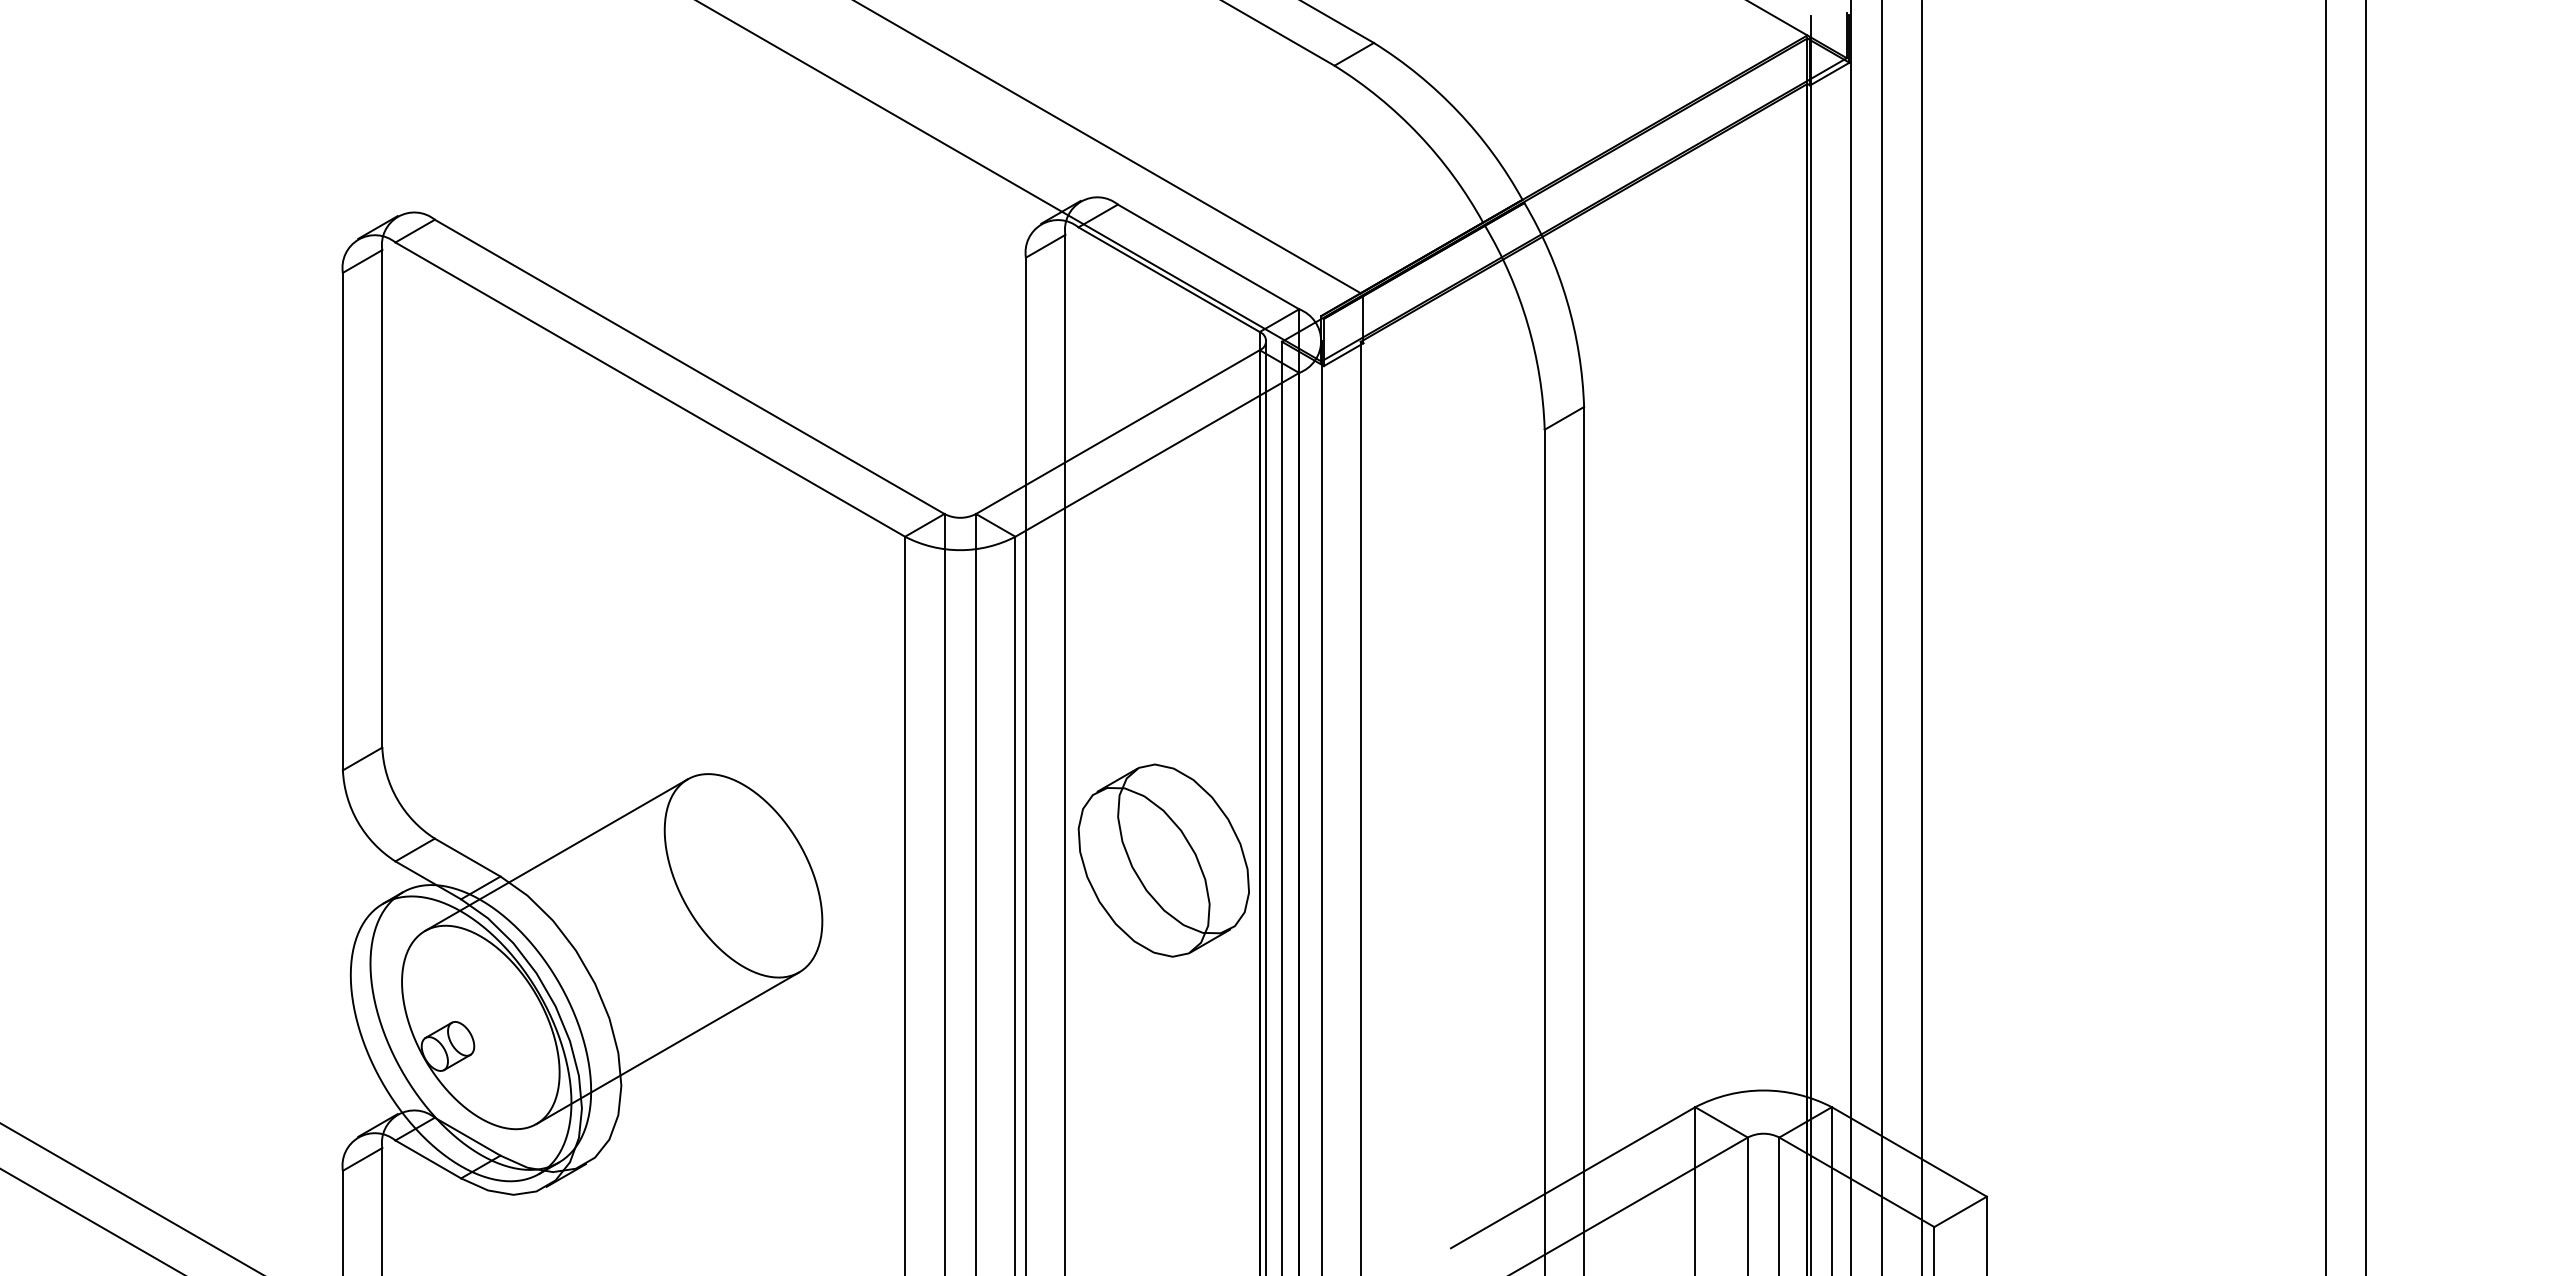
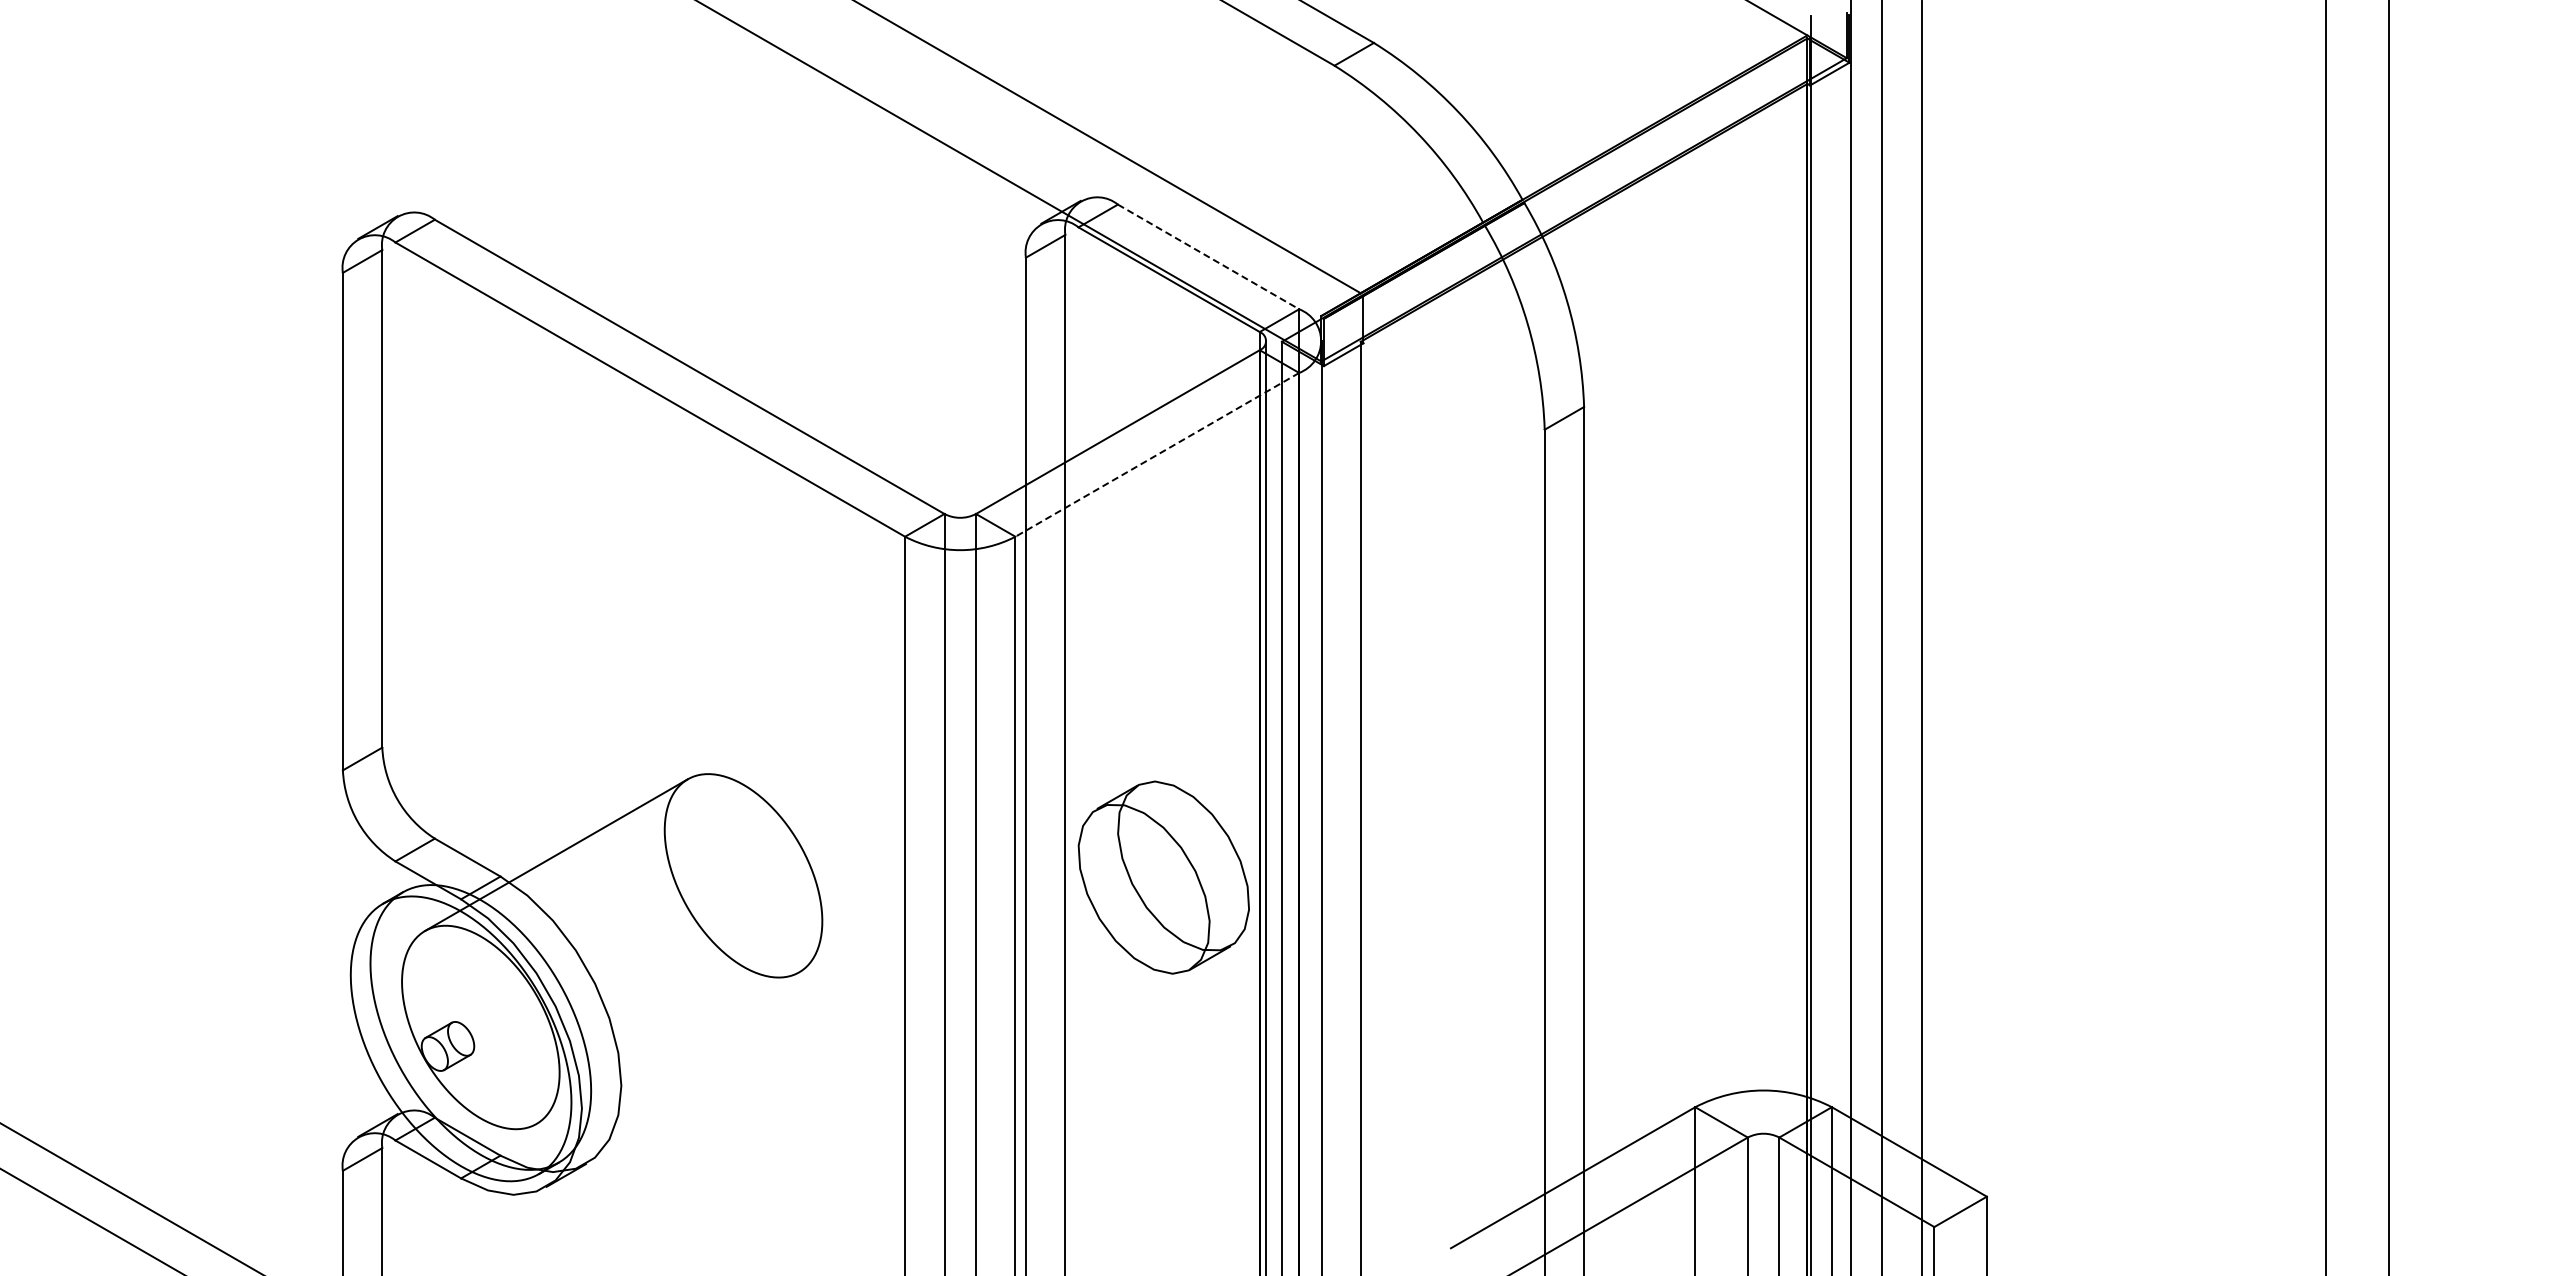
line at (1208, 256): solid -> dashed
line at (1157, 454): solid -> dashed
line at (2365, 637) position: (2365, 637) -> (2388, 637)
part at (1163, 860) position: (1163, 860) -> (1163, 877)
line at (667, 1048): present -> none
